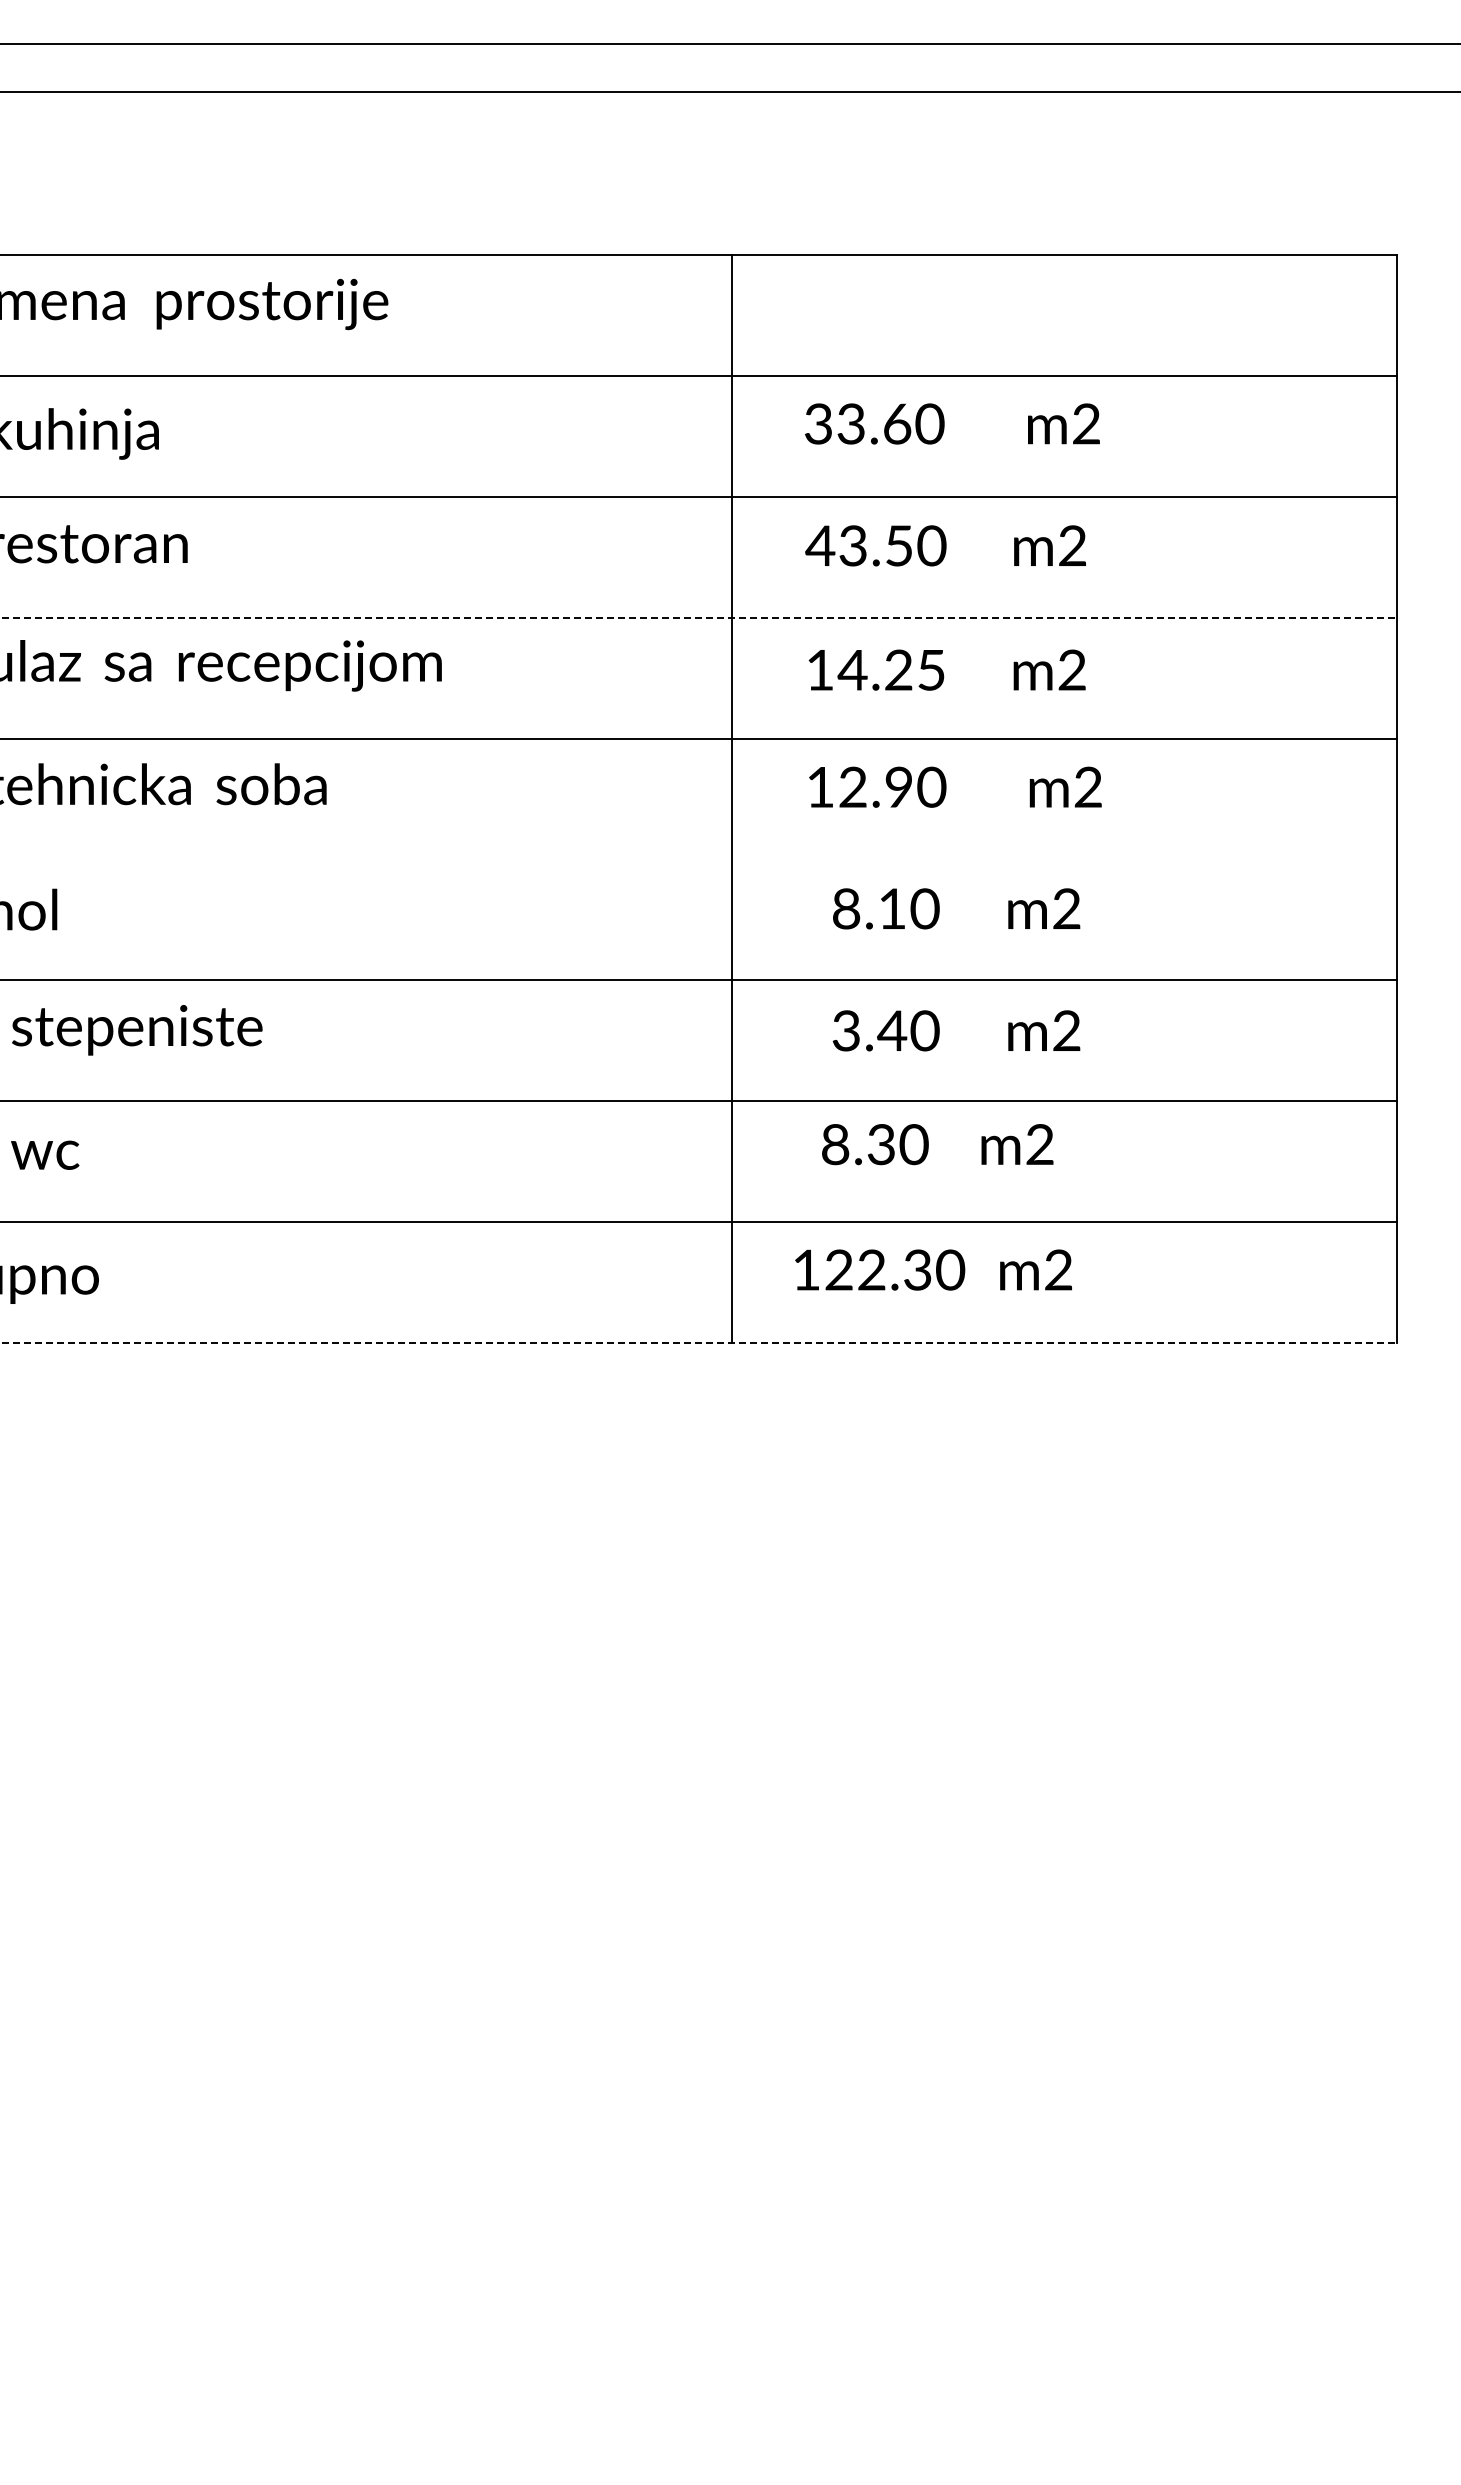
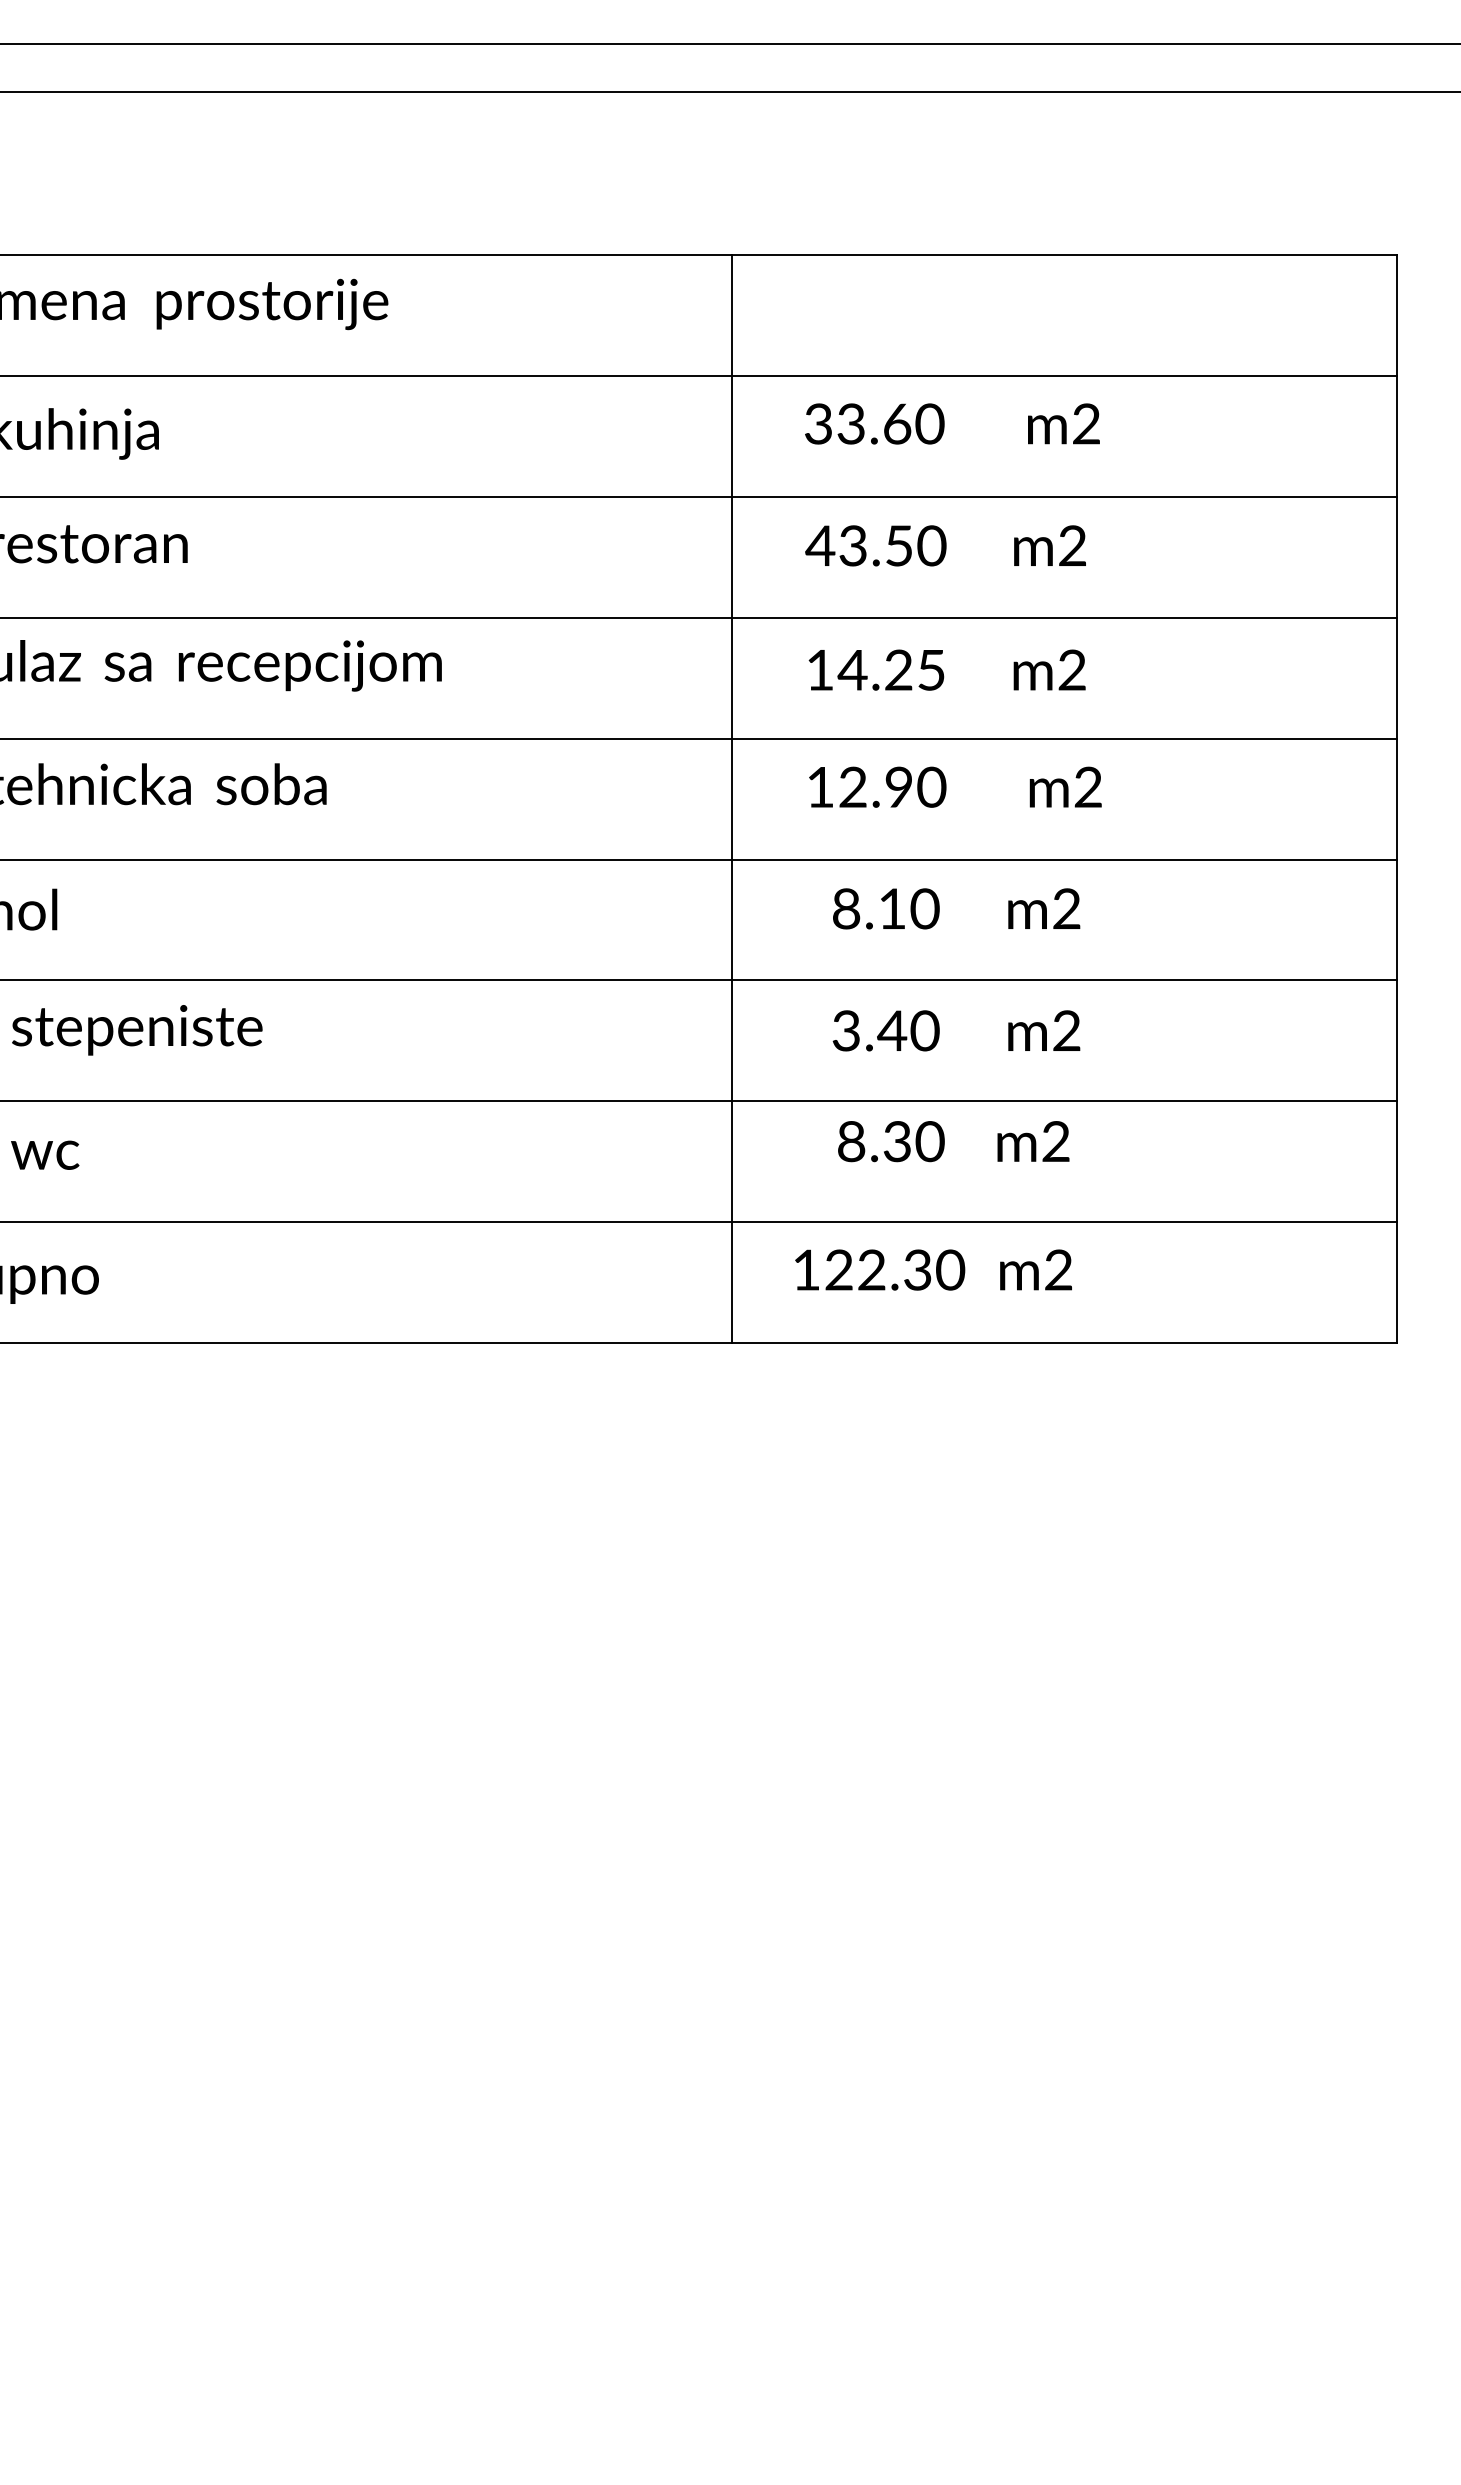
line at (699, 618): dashed -> solid
line at (699, 859): none -> present
text at (937, 1144) position: (937, 1144) -> (953, 1141)
line at (699, 1342): dashed -> solid
